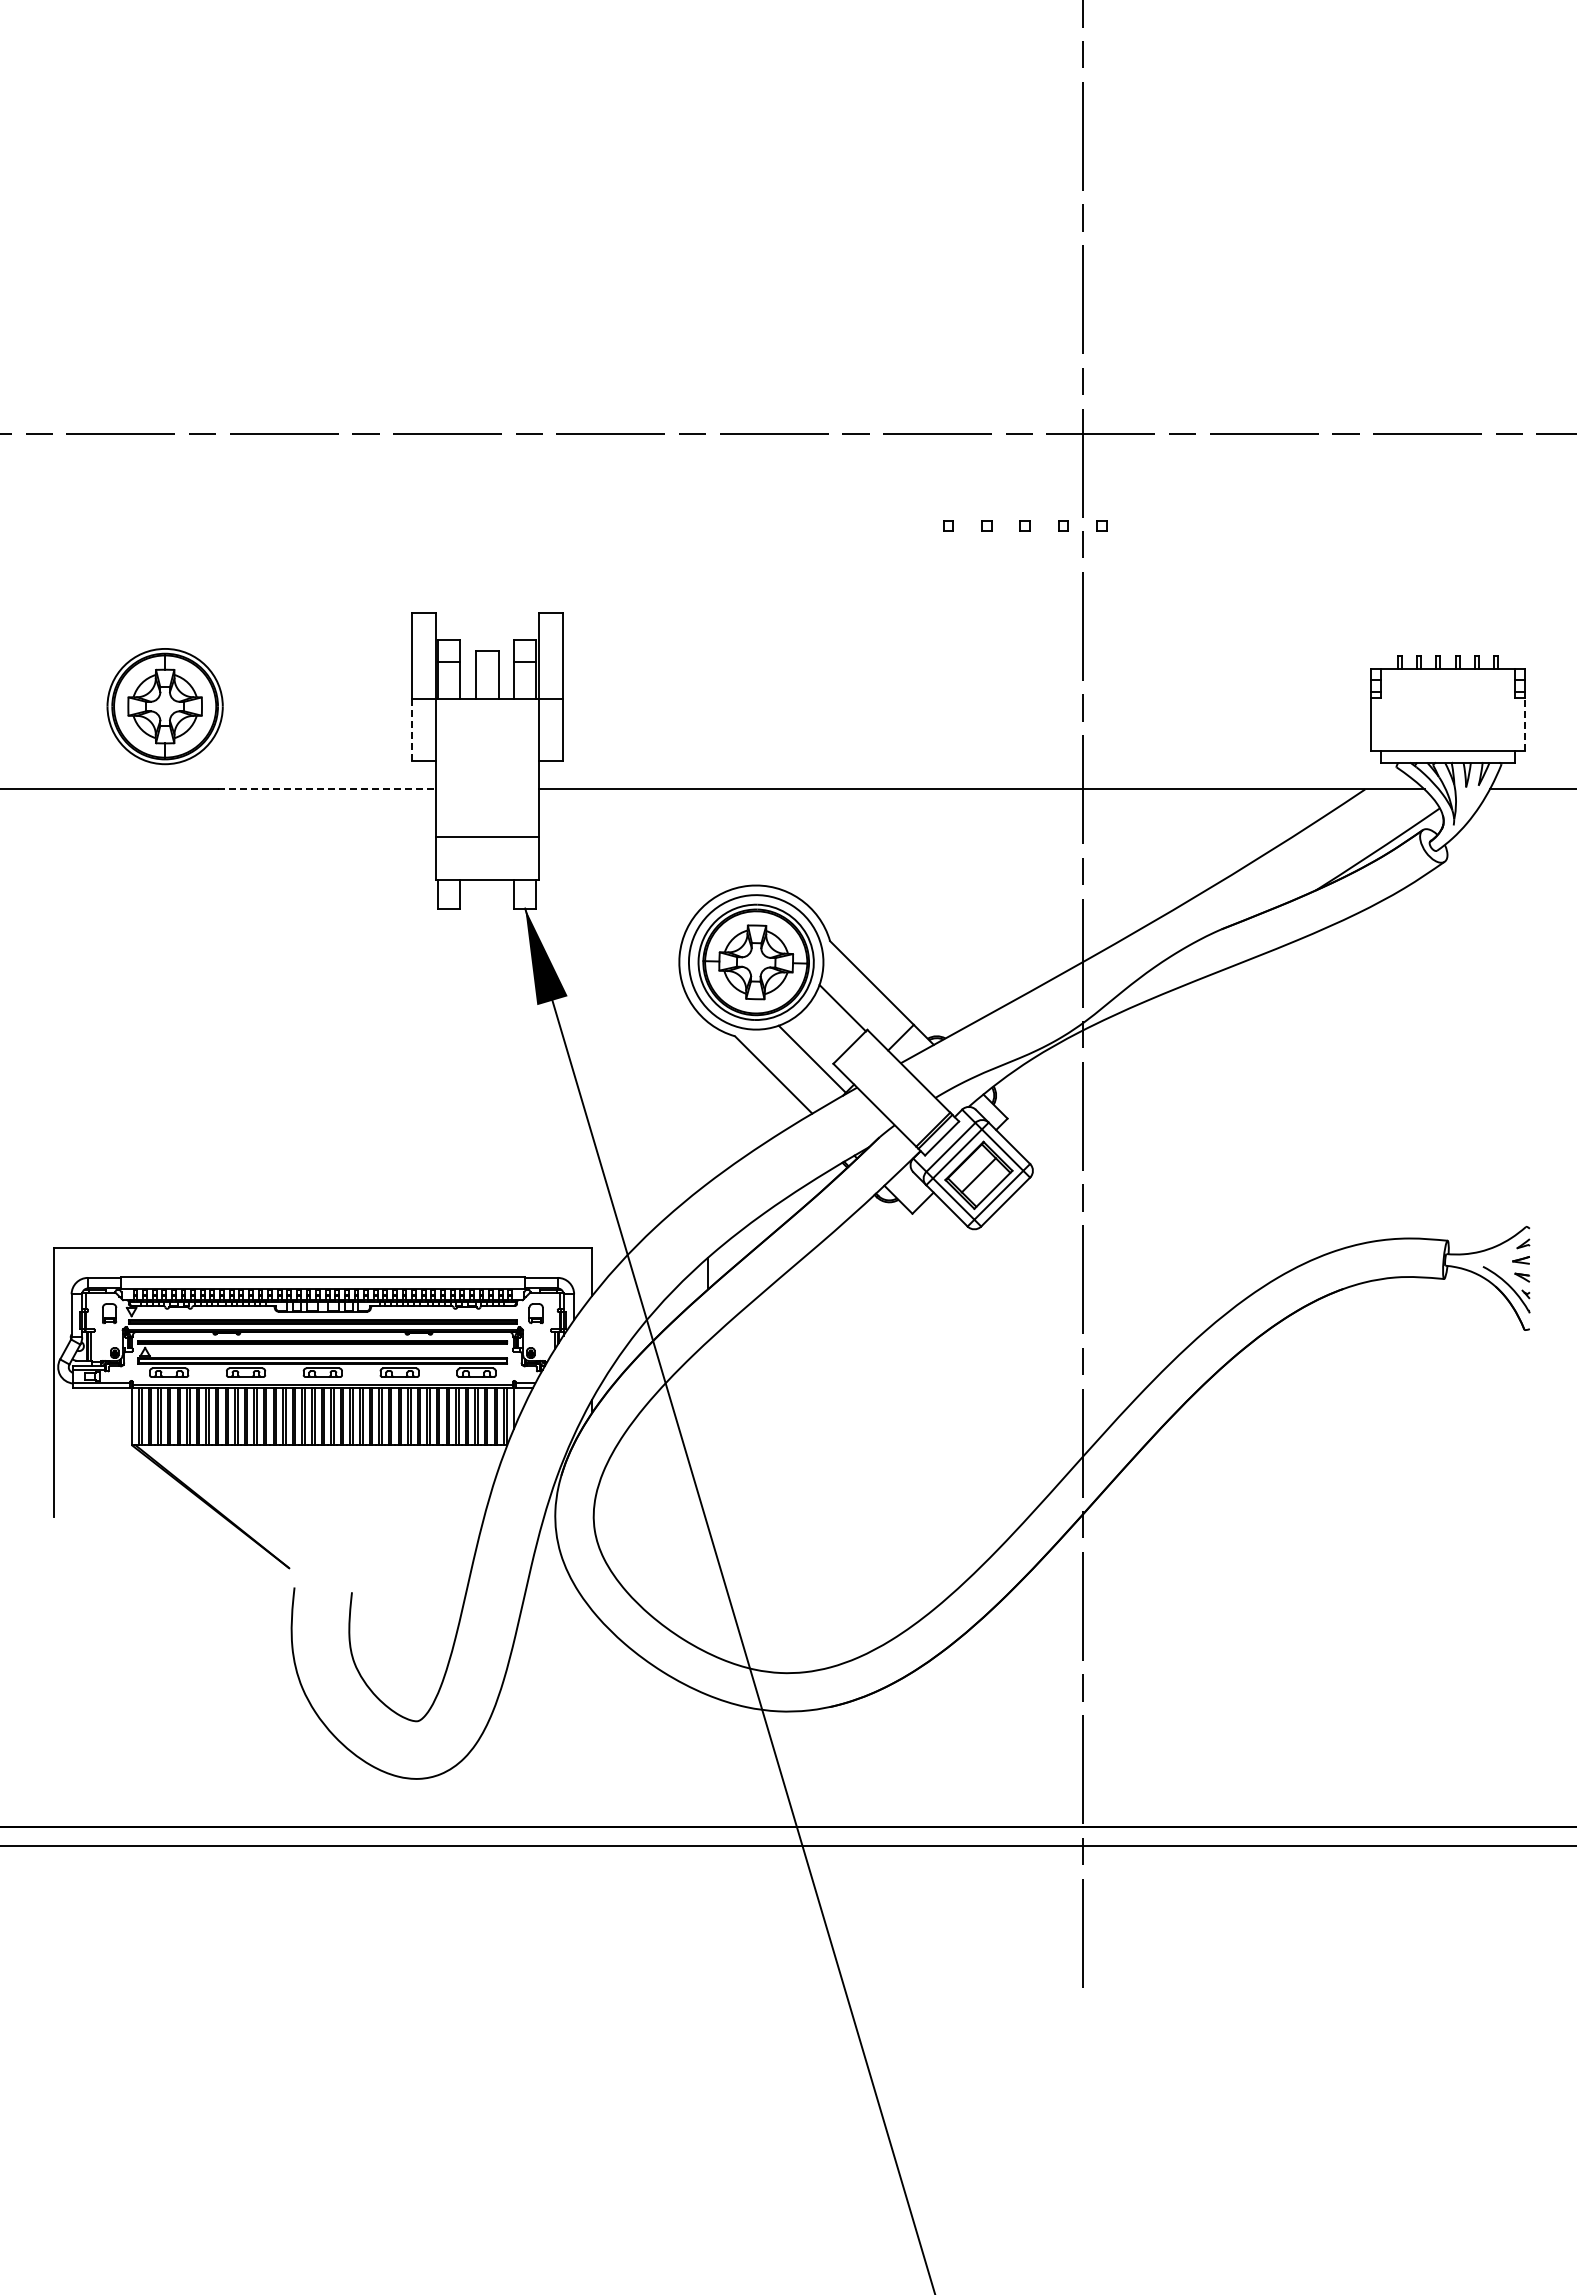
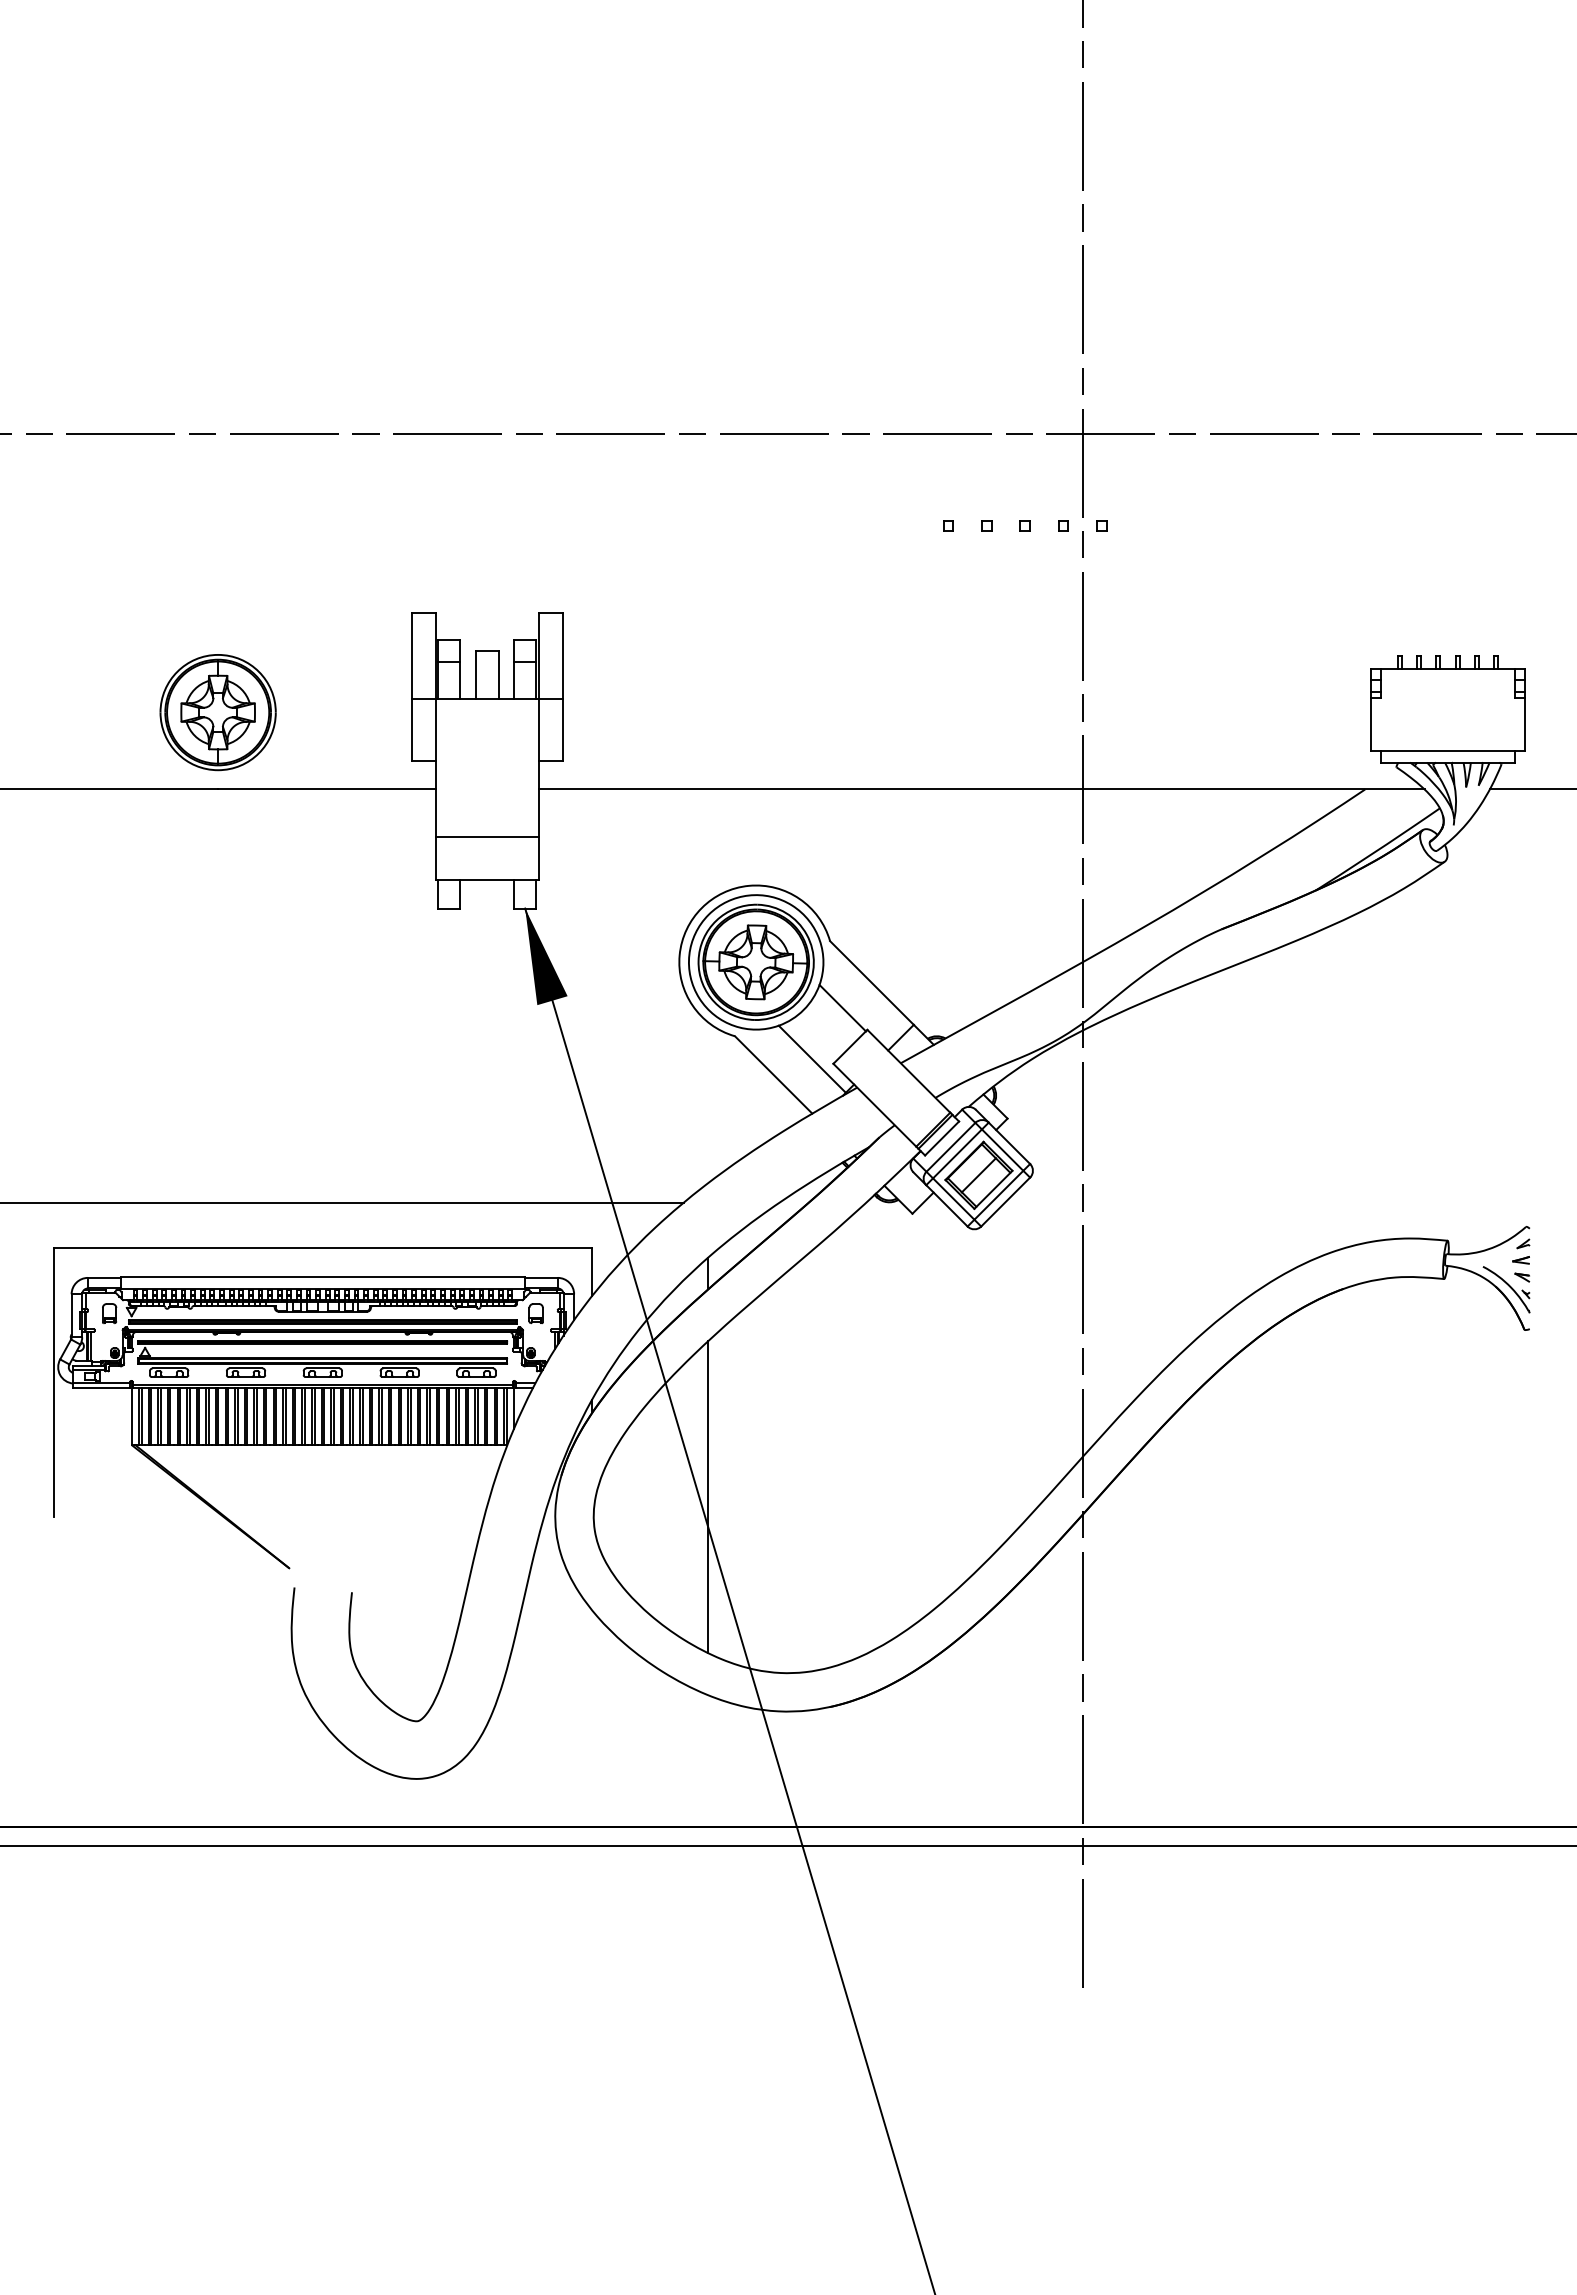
part at (164, 706) position: (164, 706) -> (217, 712)
line at (1524, 724): dashed -> solid
line at (411, 729): dashed -> solid
line at (326, 789): dashed -> solid
line at (342, 1202): none -> present
line at (708, 1497): none -> present
